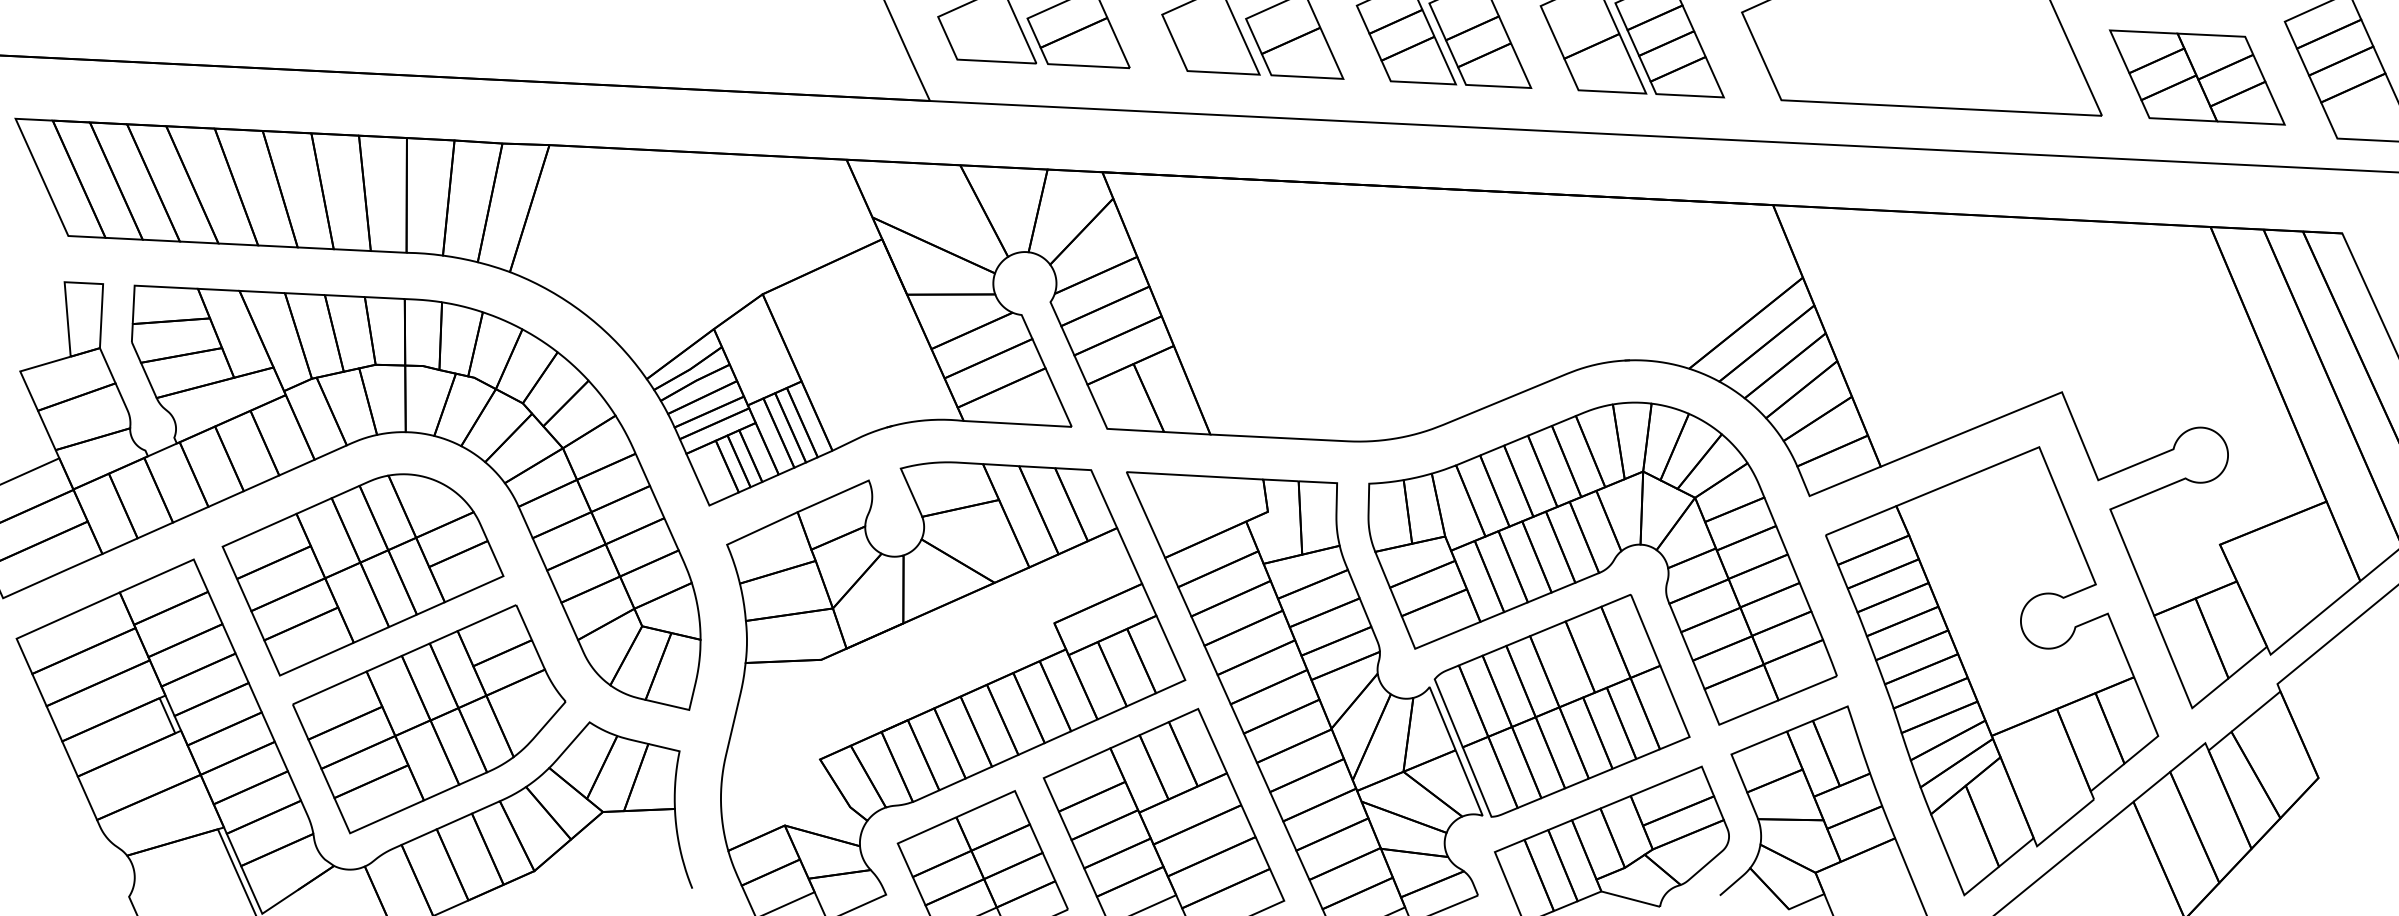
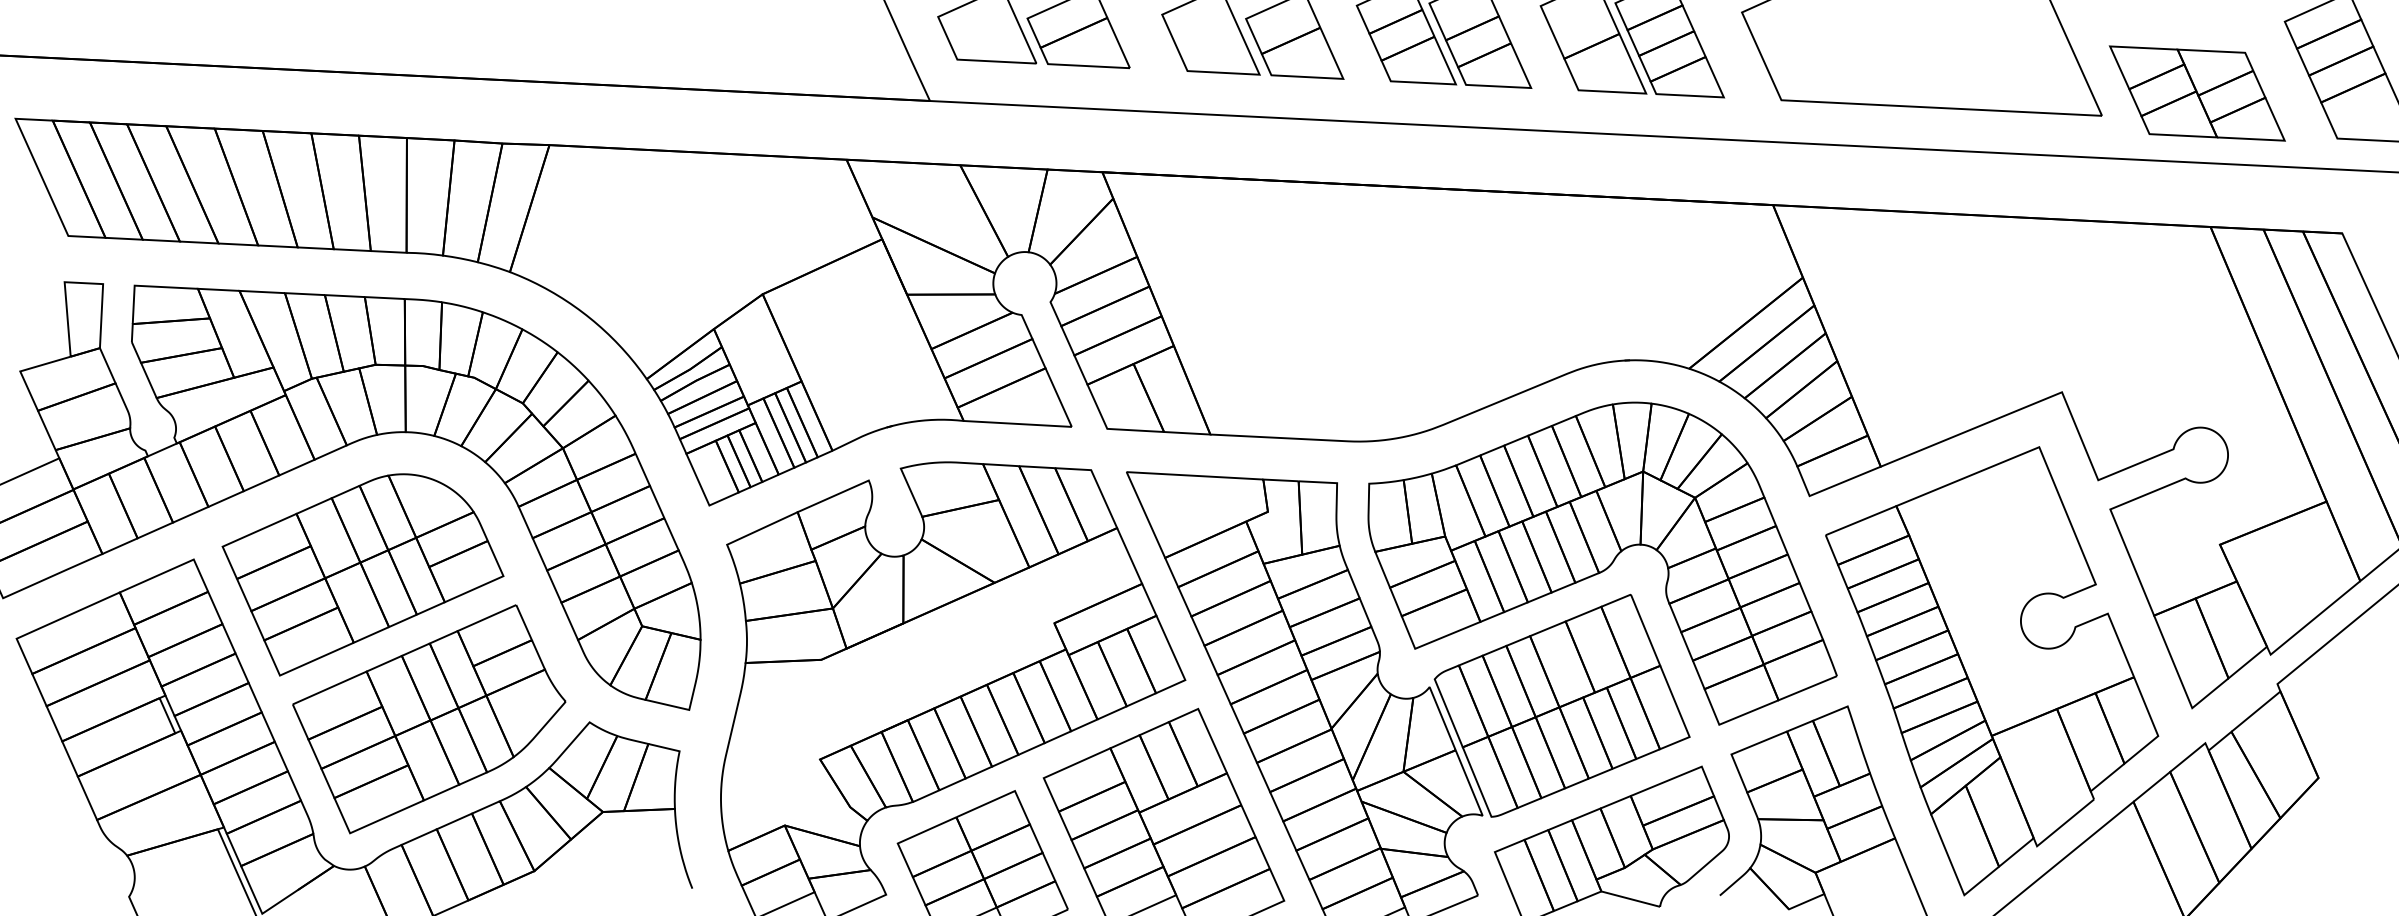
part at (2196, 77) position: (2196, 77) -> (2196, 93)
